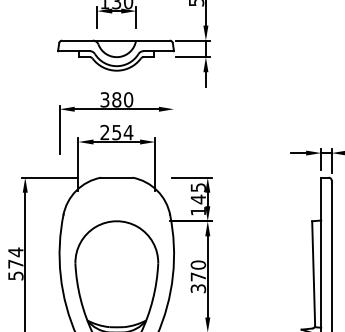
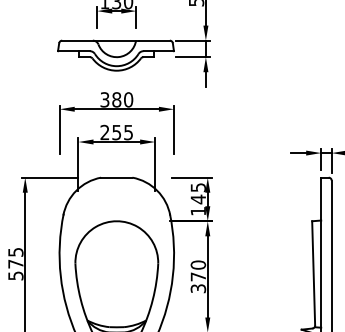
line at (173, 129): none -> present
text at (128, 132): 254 -> 255
text at (15, 252): 574 -> 575
